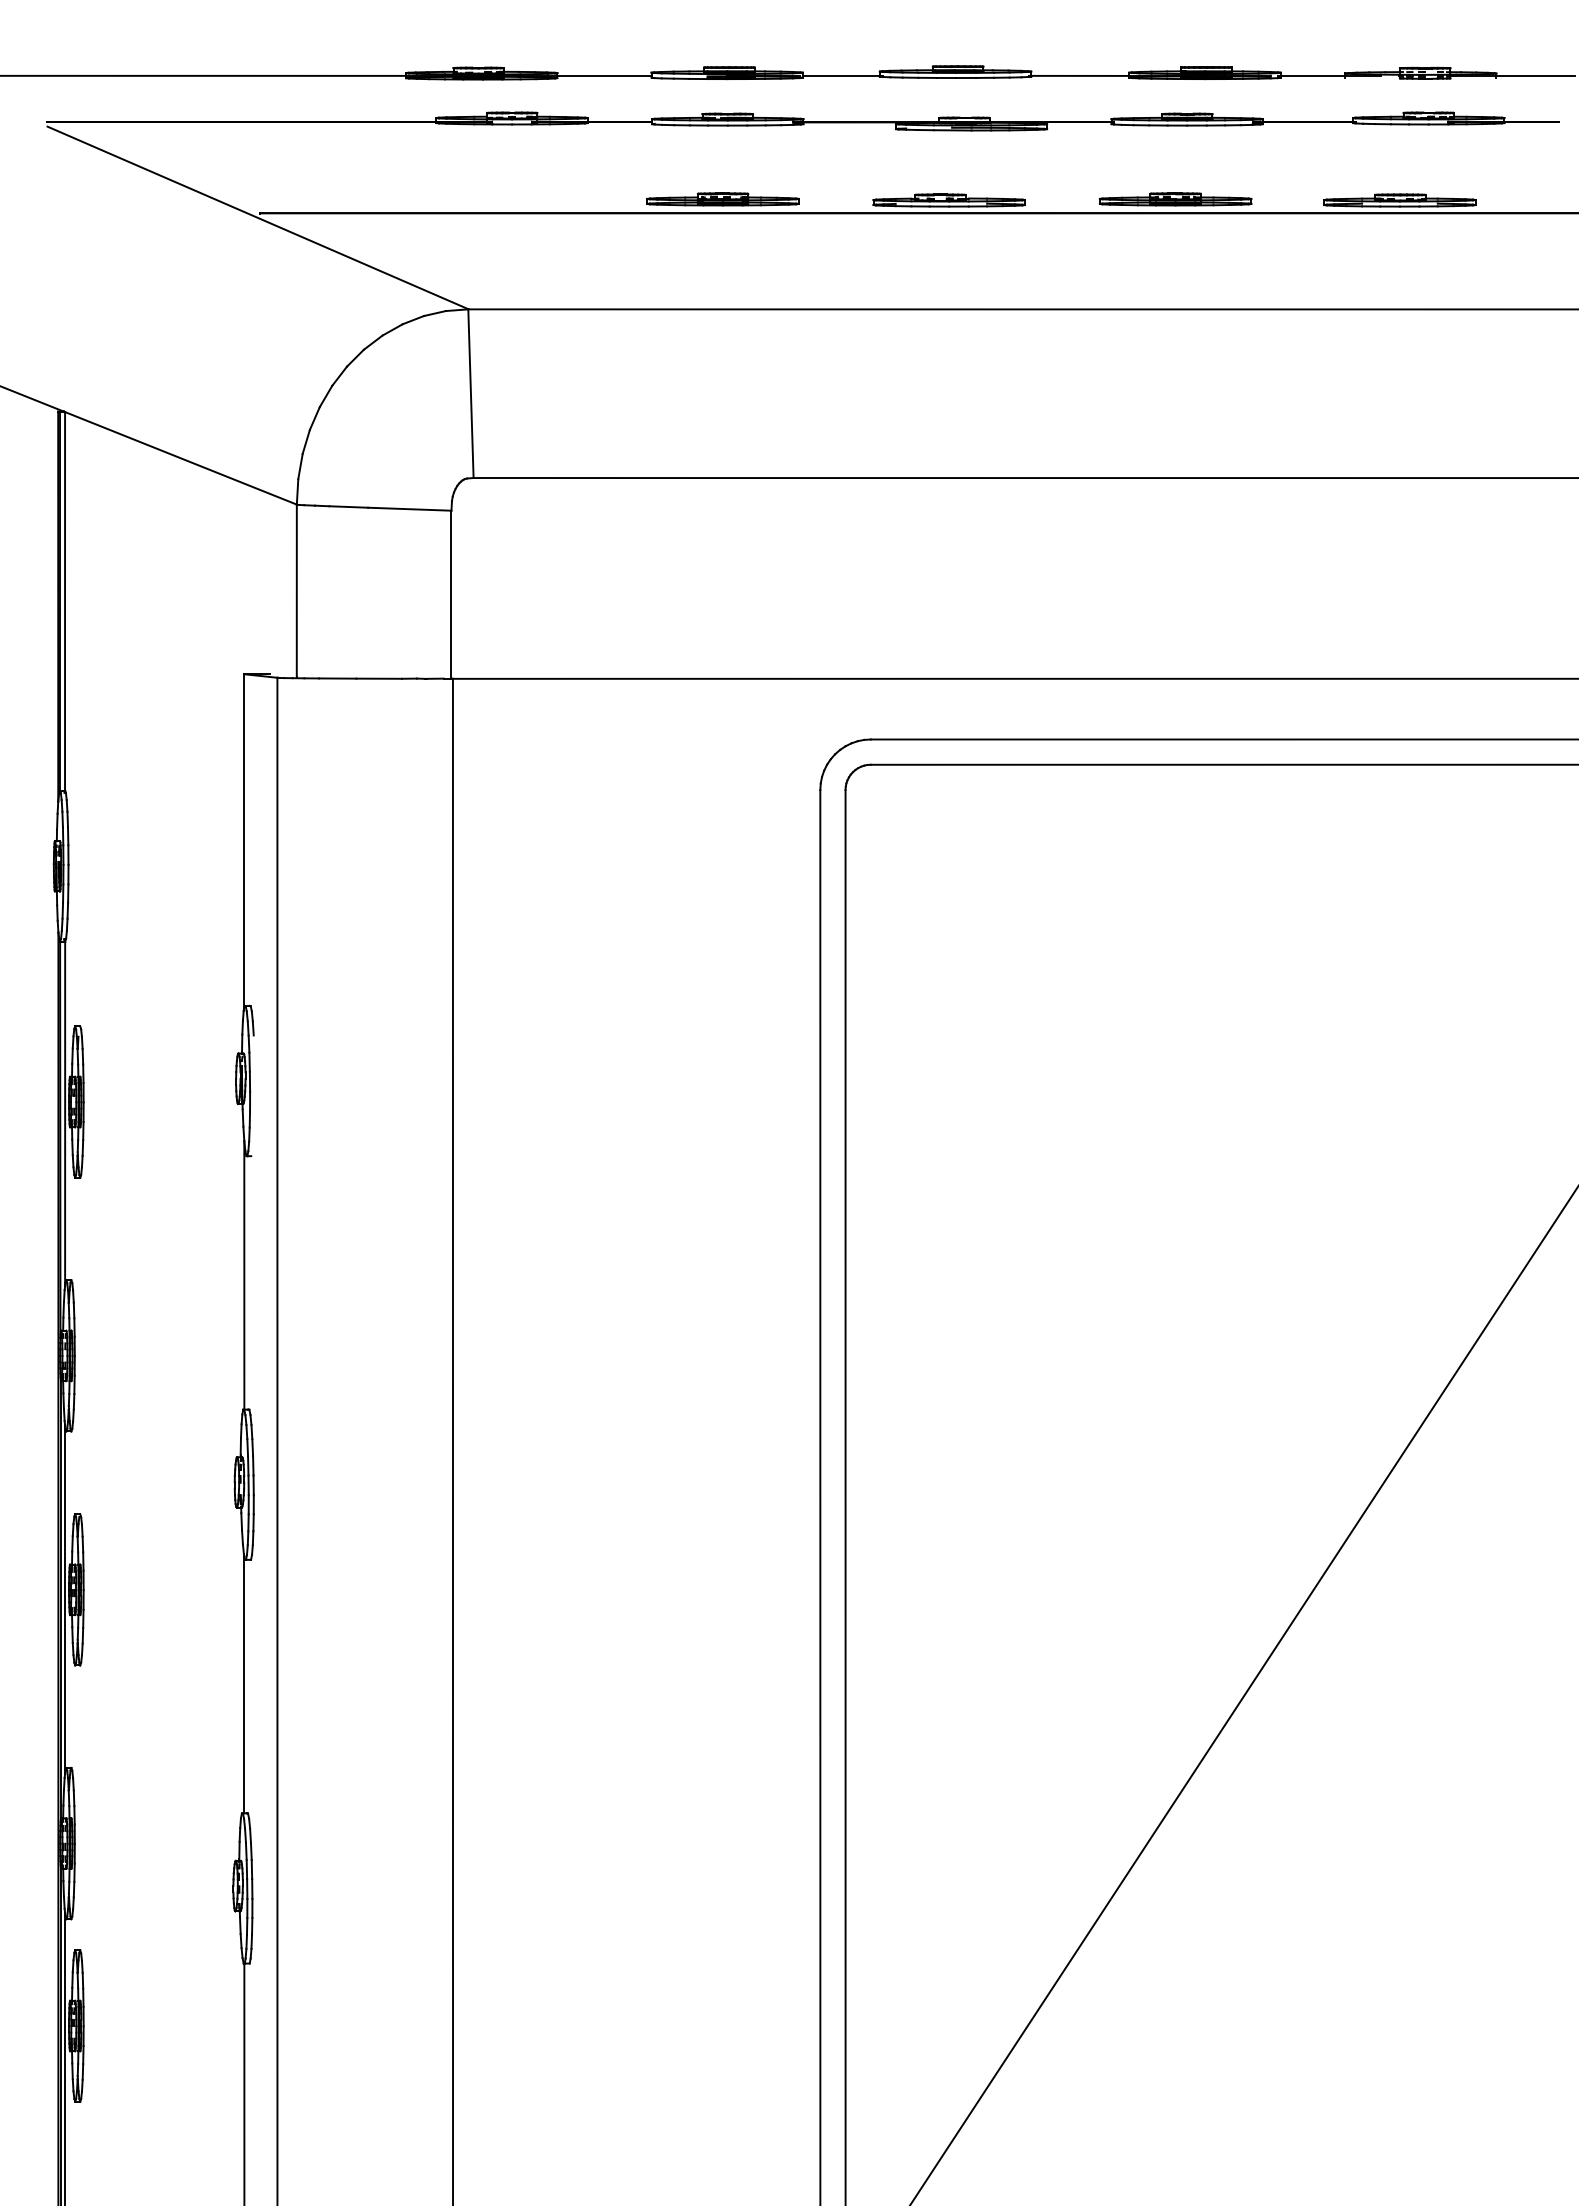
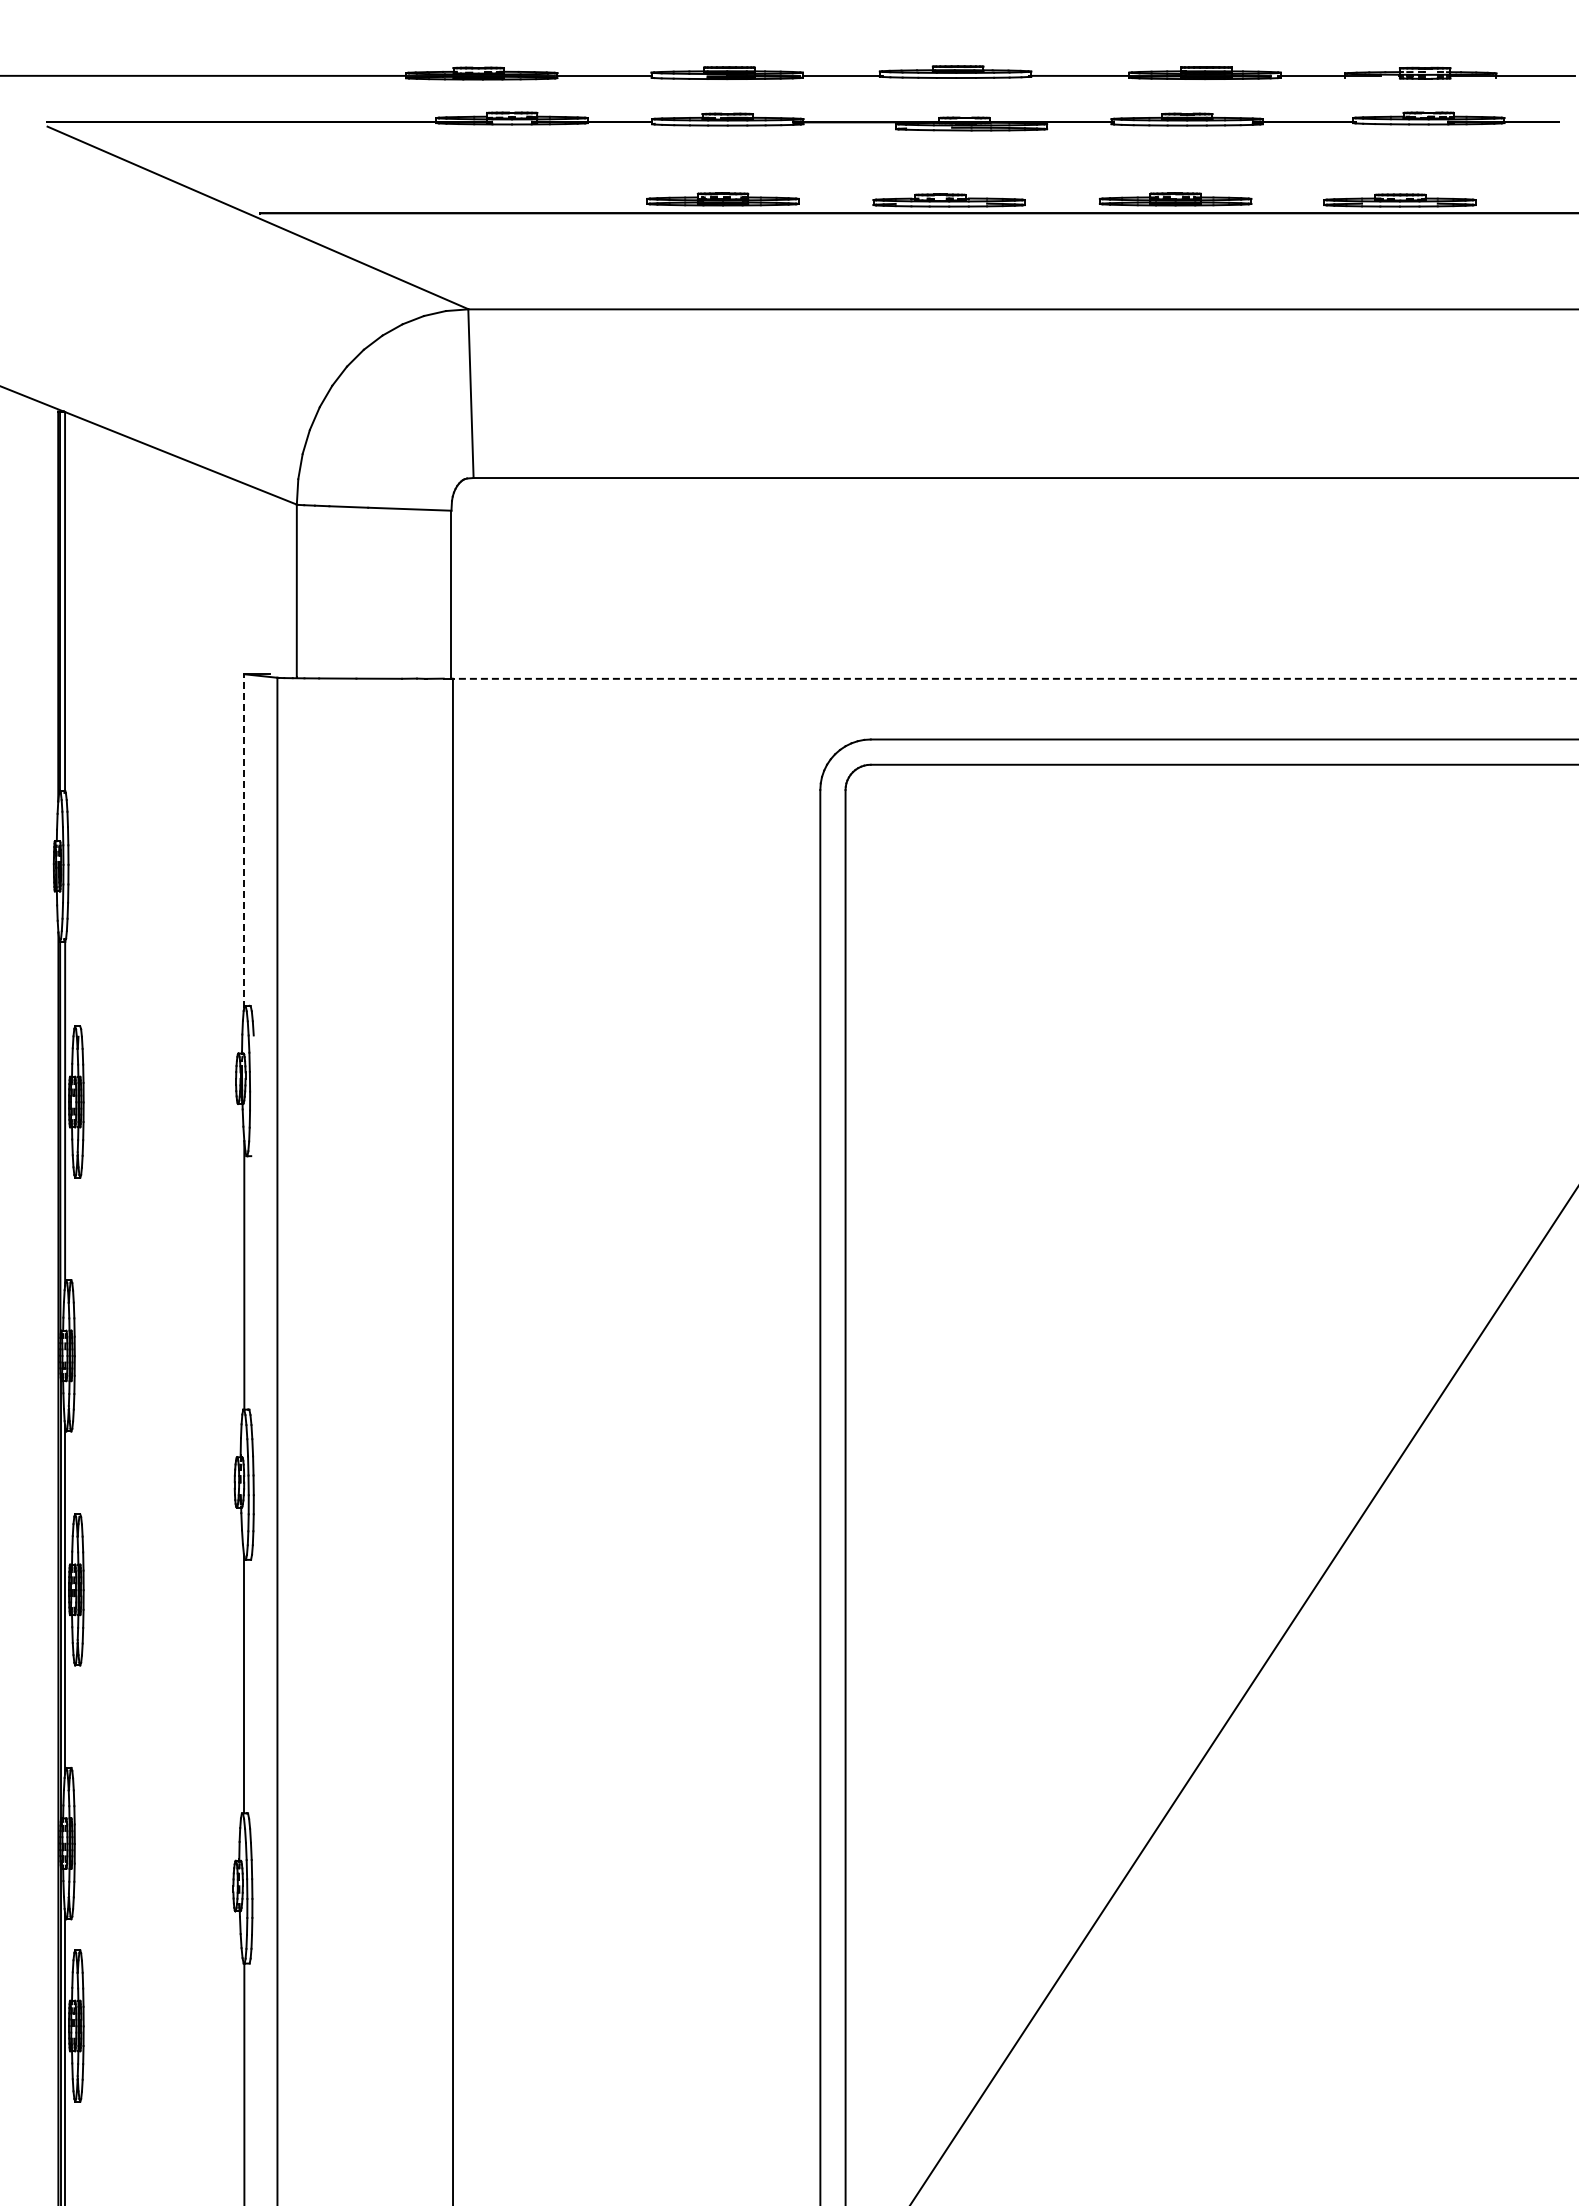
line at (1015, 678): solid -> dashed
line at (244, 841): solid -> dashed
